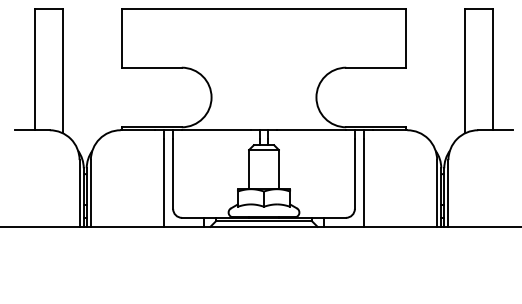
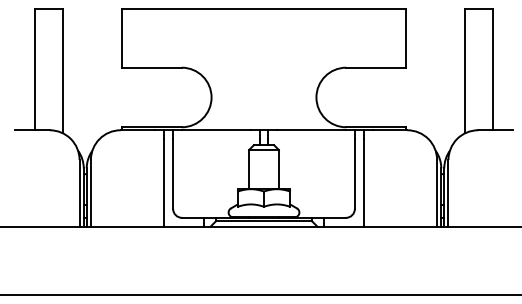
line at (260, 294): none -> present
